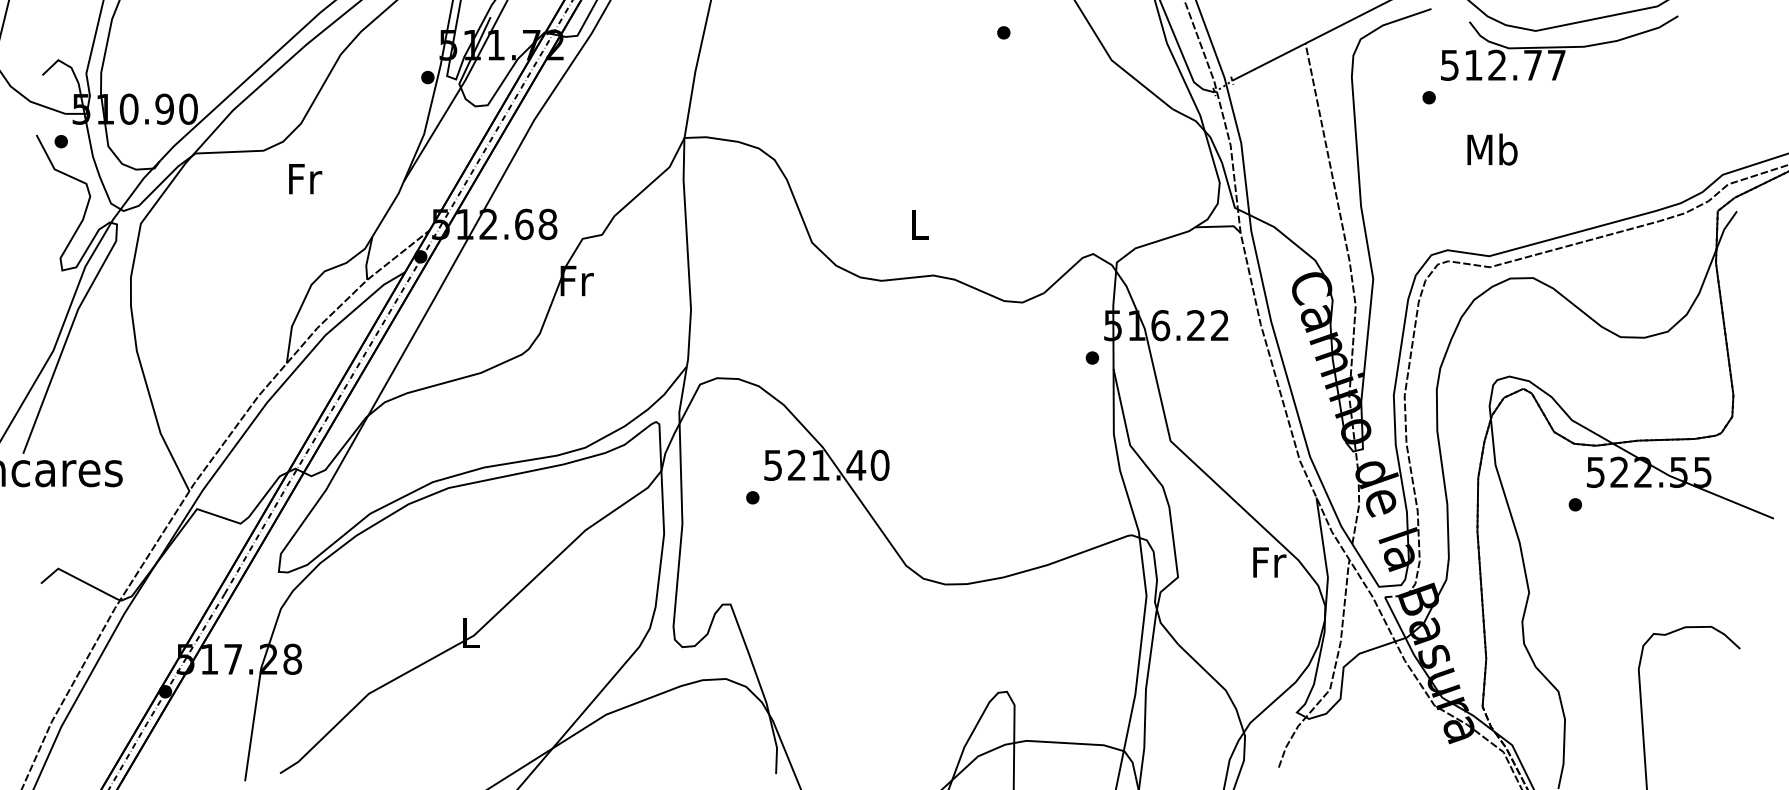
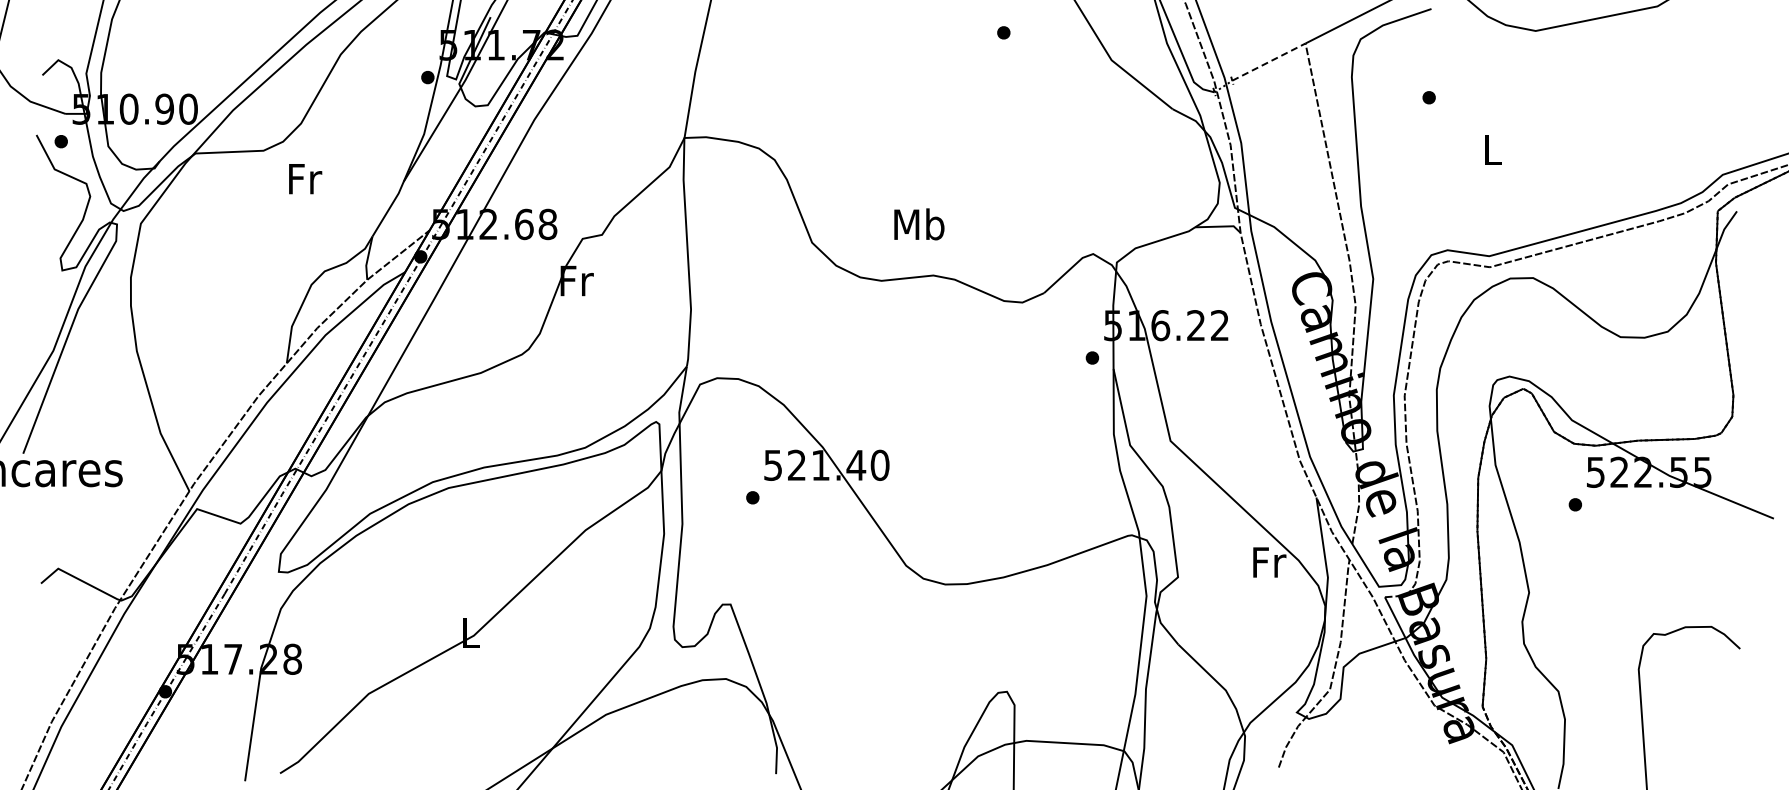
part at (1559, 47): present -> none
line at (1269, 61): solid -> dashed
text at (1492, 149): Mb -> L
text at (919, 224): L -> Mb
